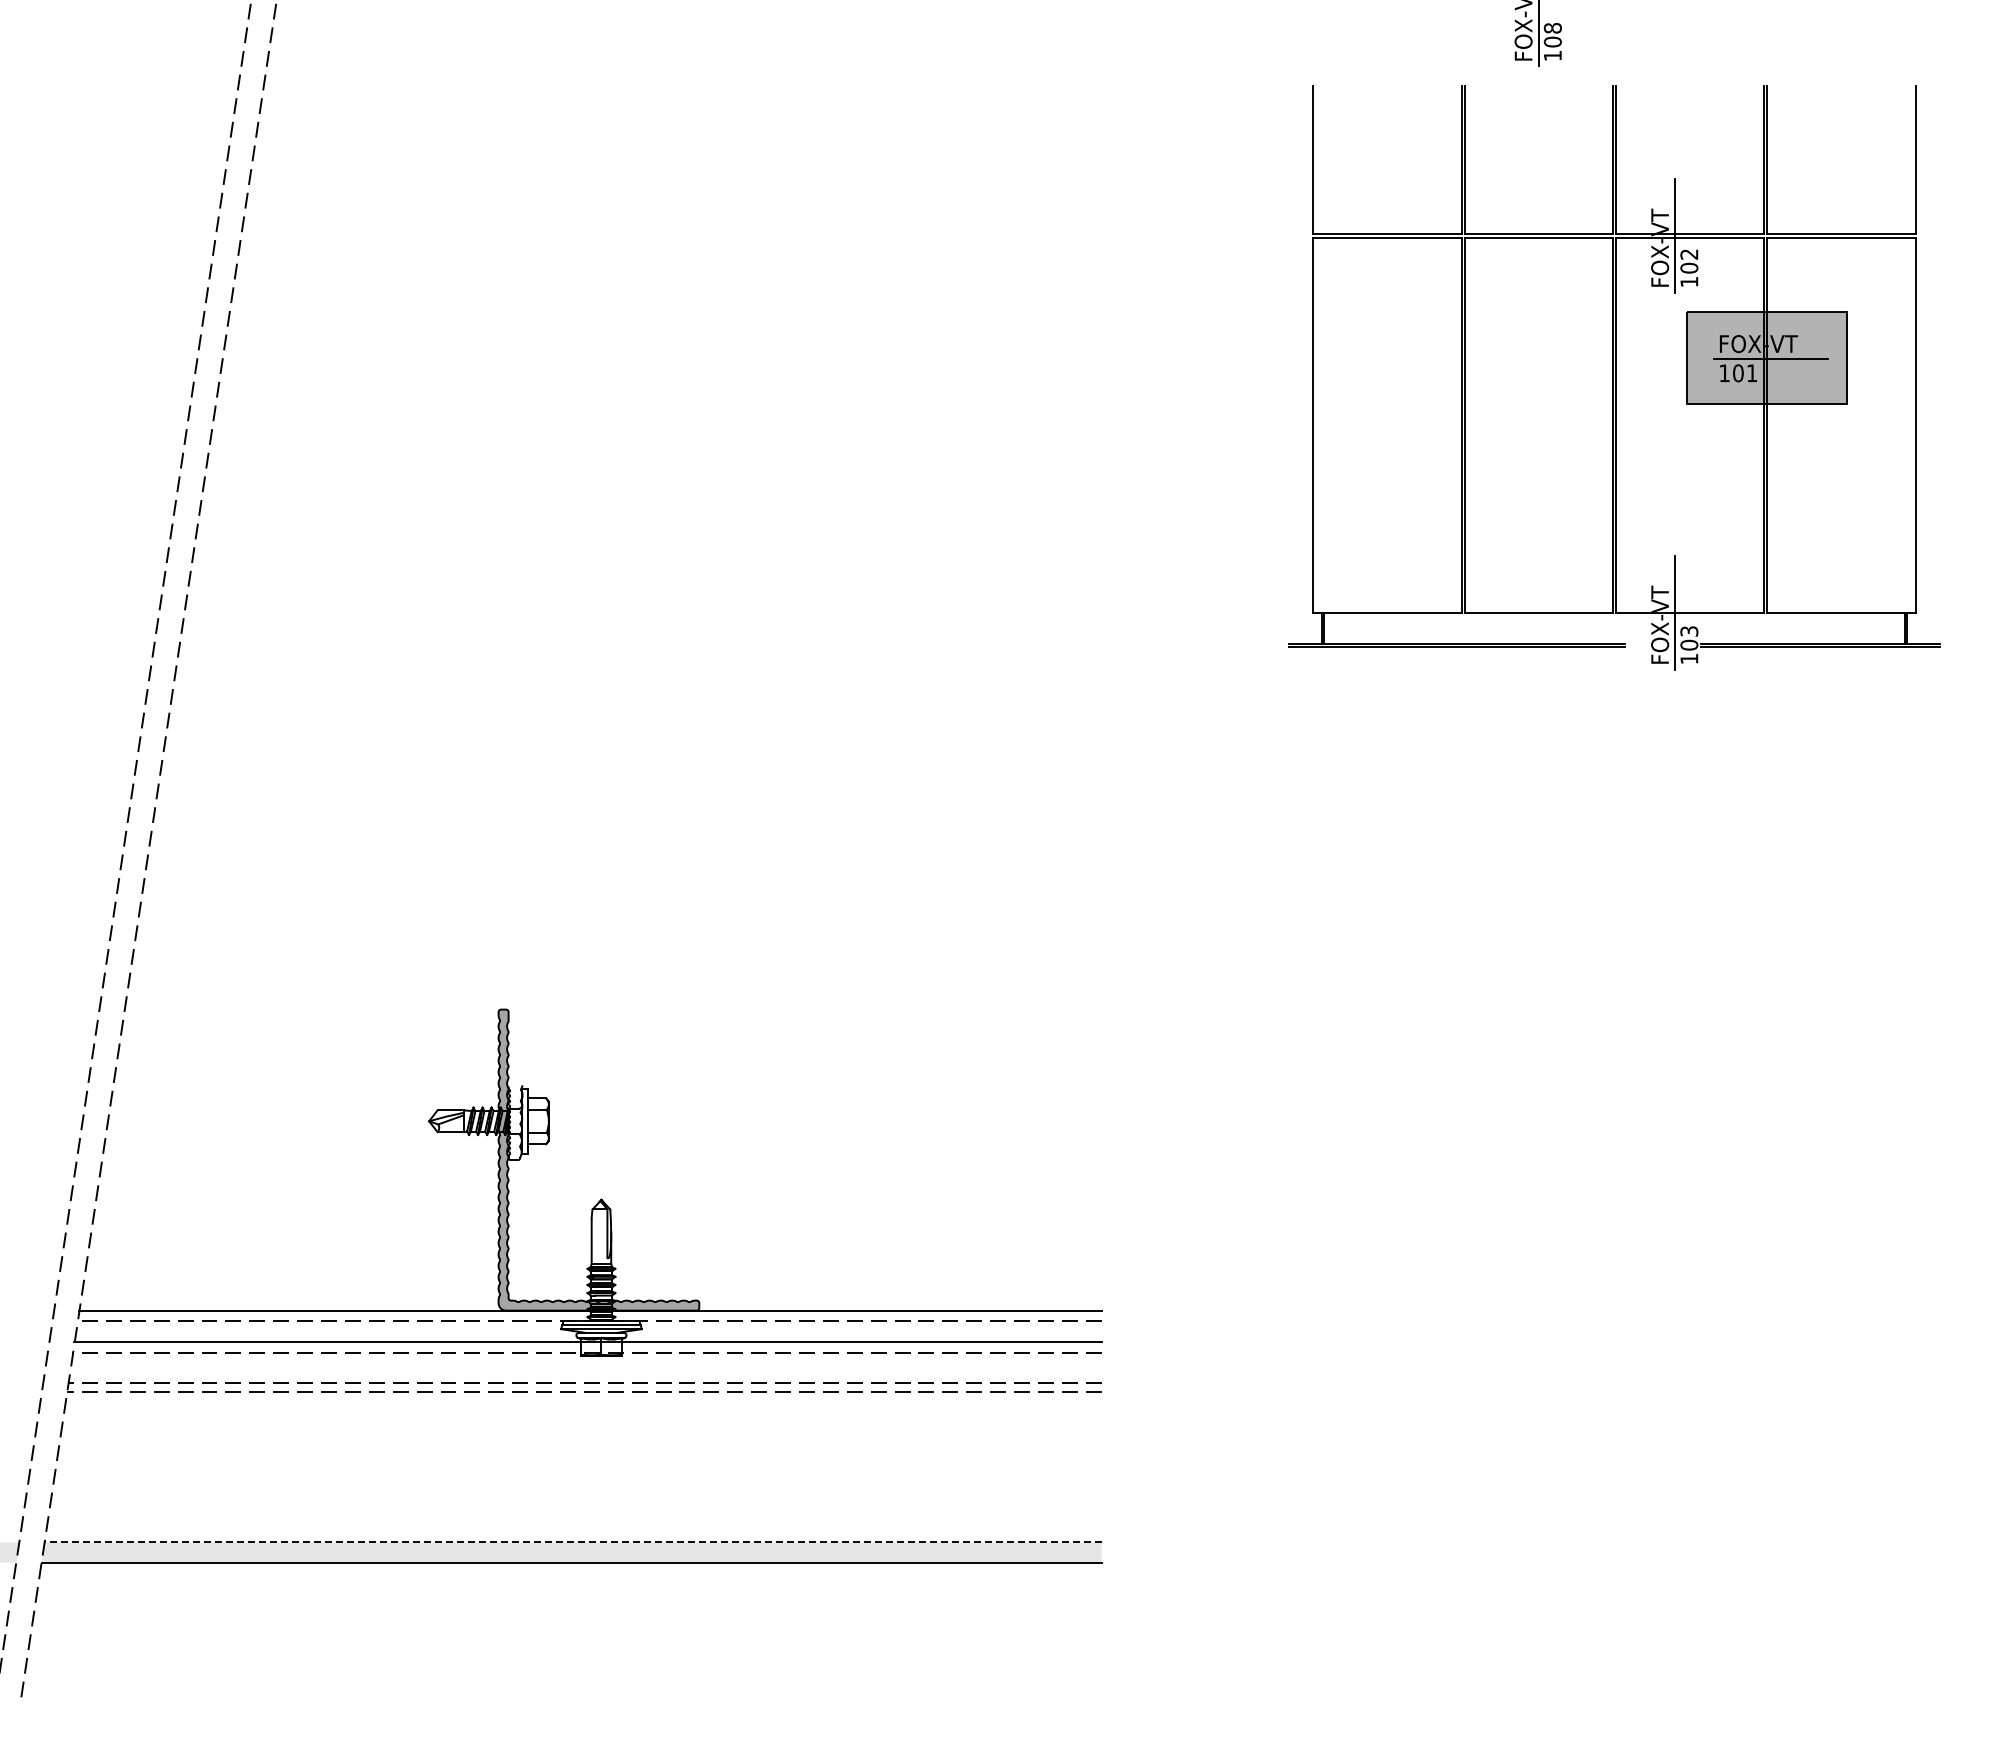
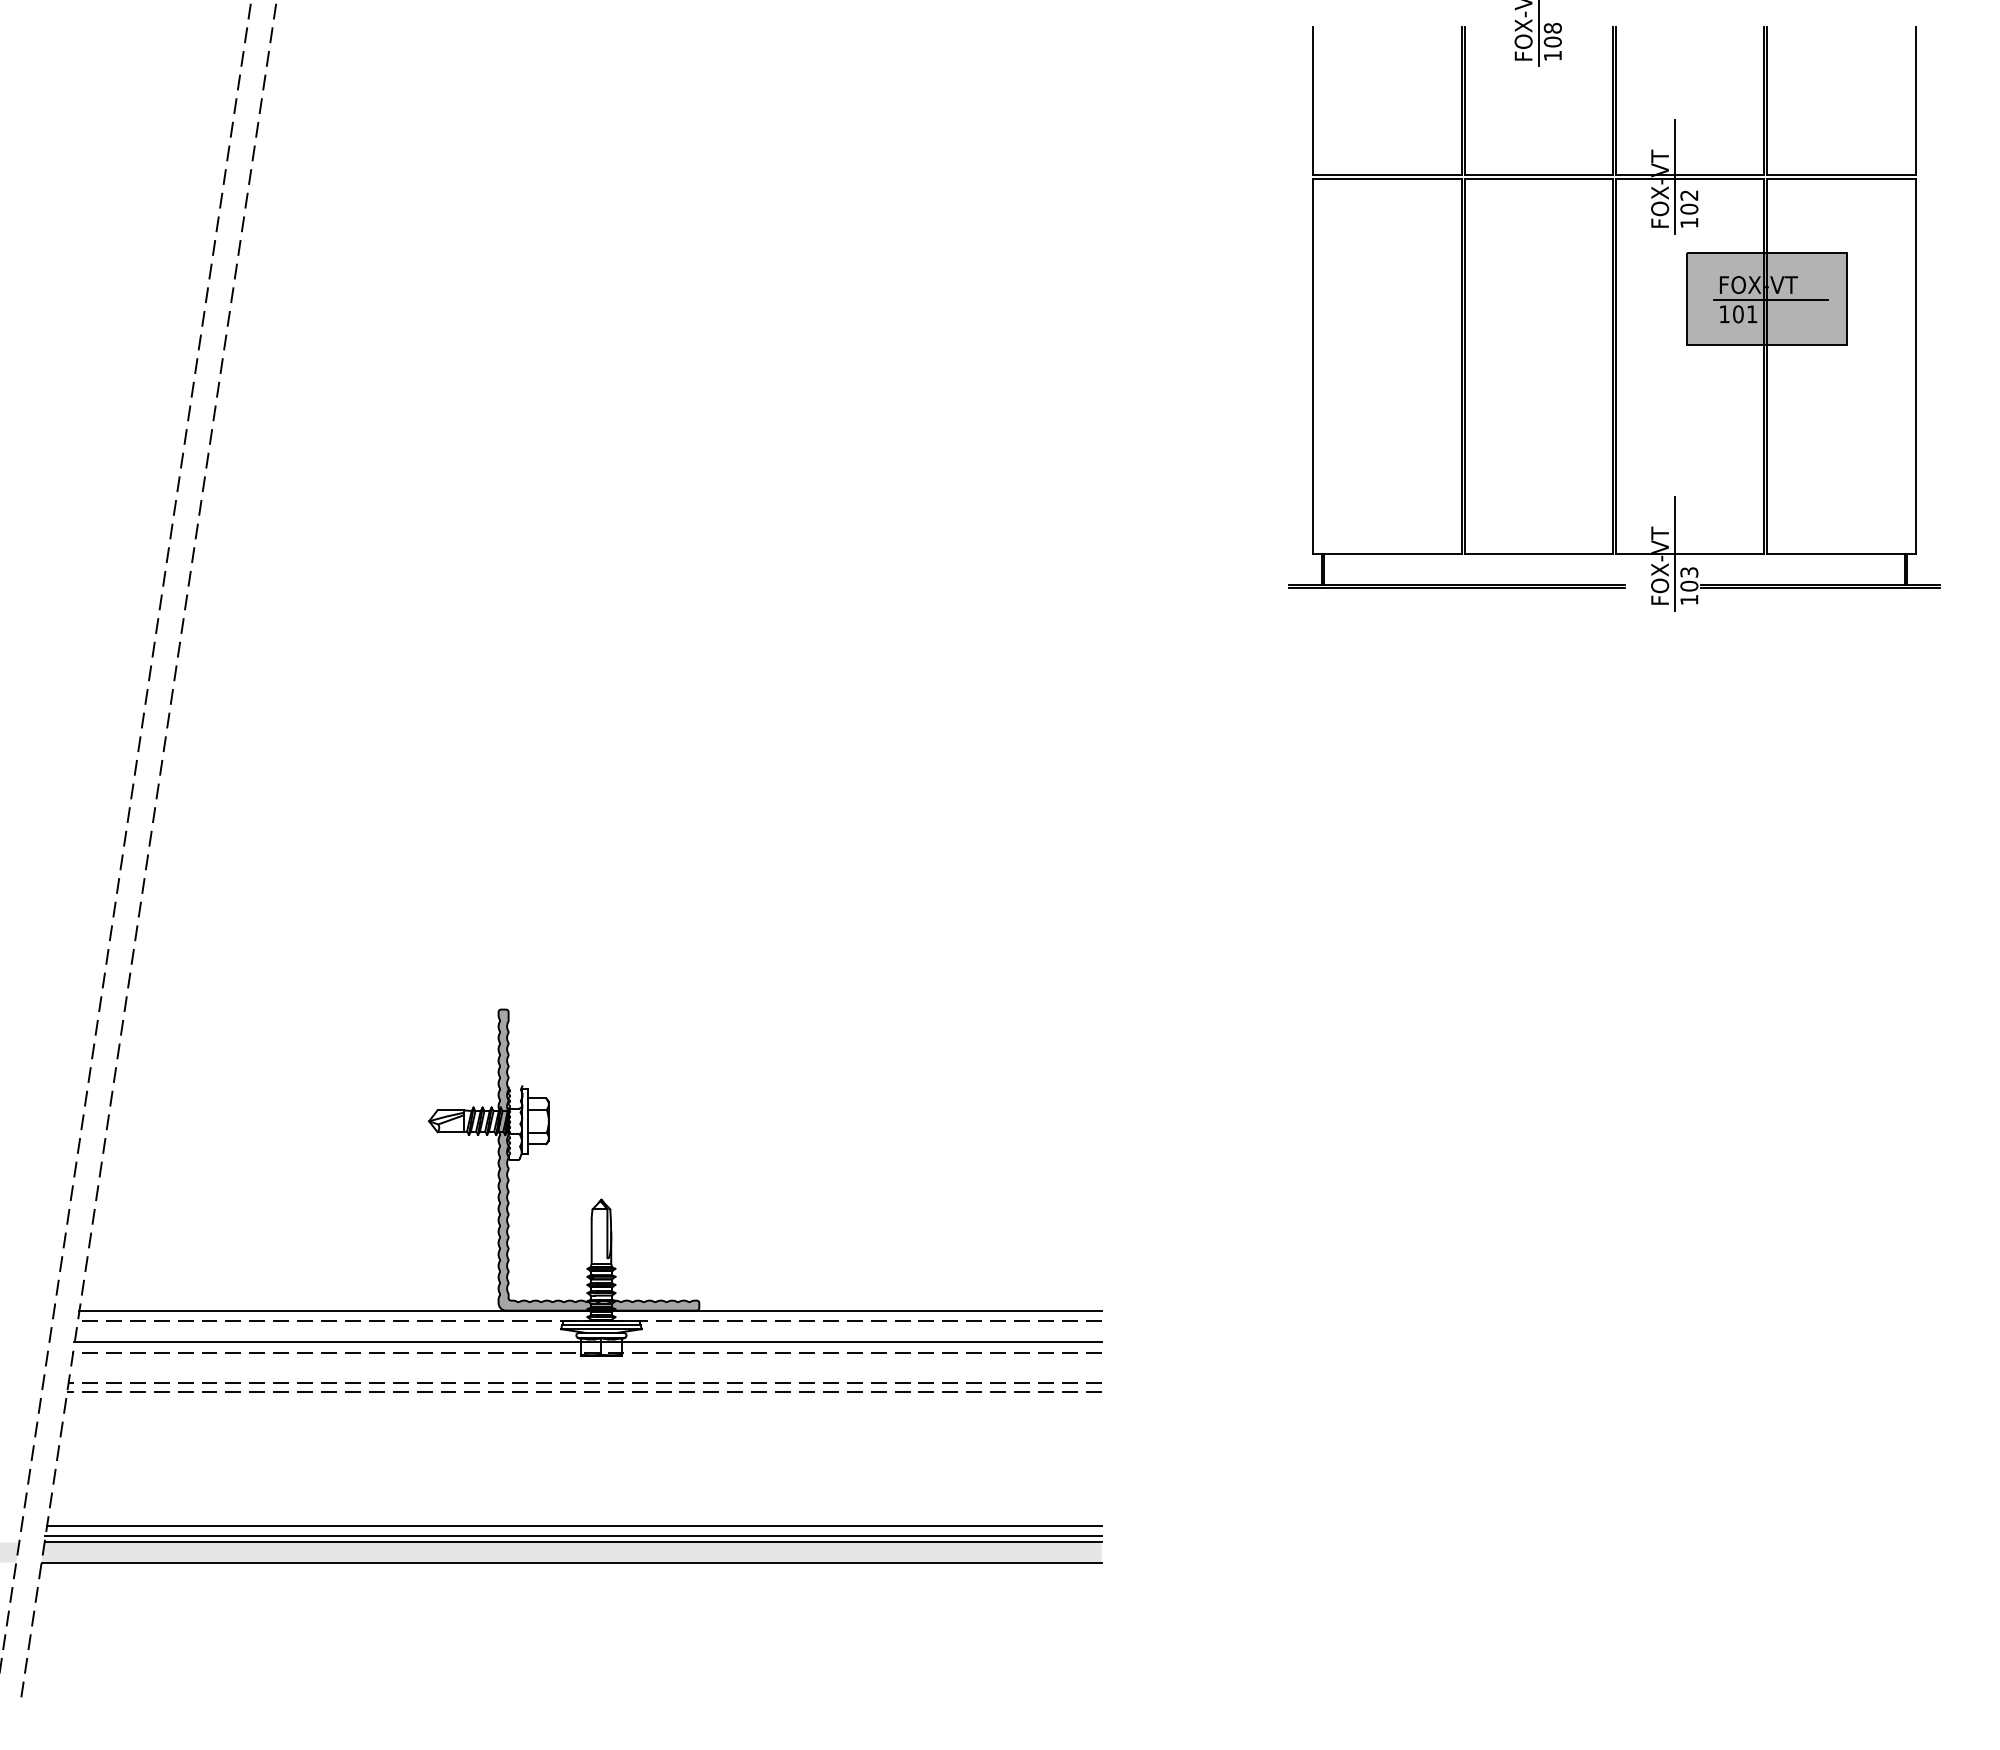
part at (1614, 377) position: (1614, 377) -> (1614, 318)
line at (574, 1525): none -> present
line at (573, 1536): none -> present
line at (573, 1542): dashed -> solid
